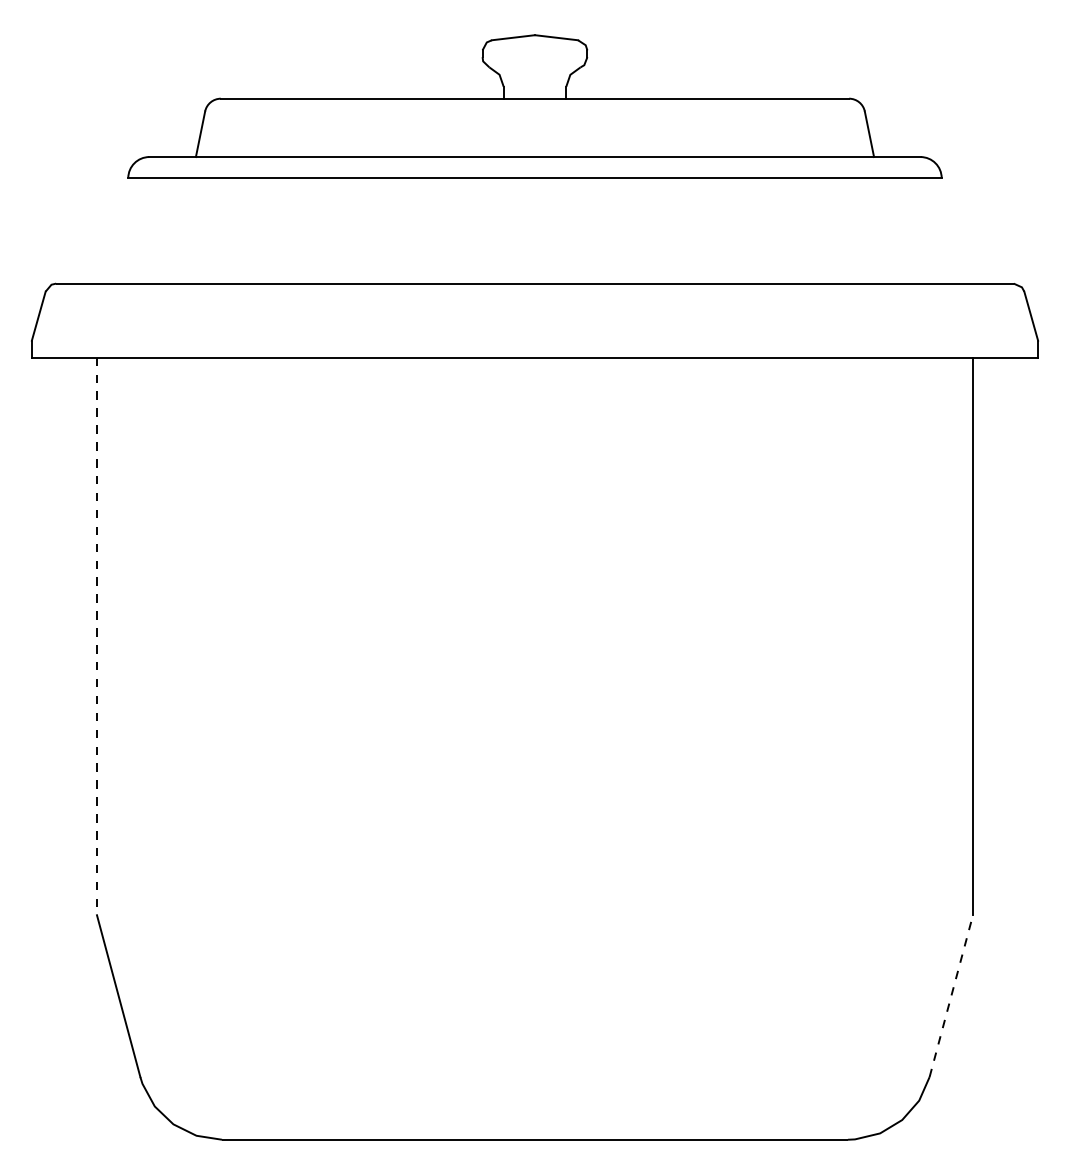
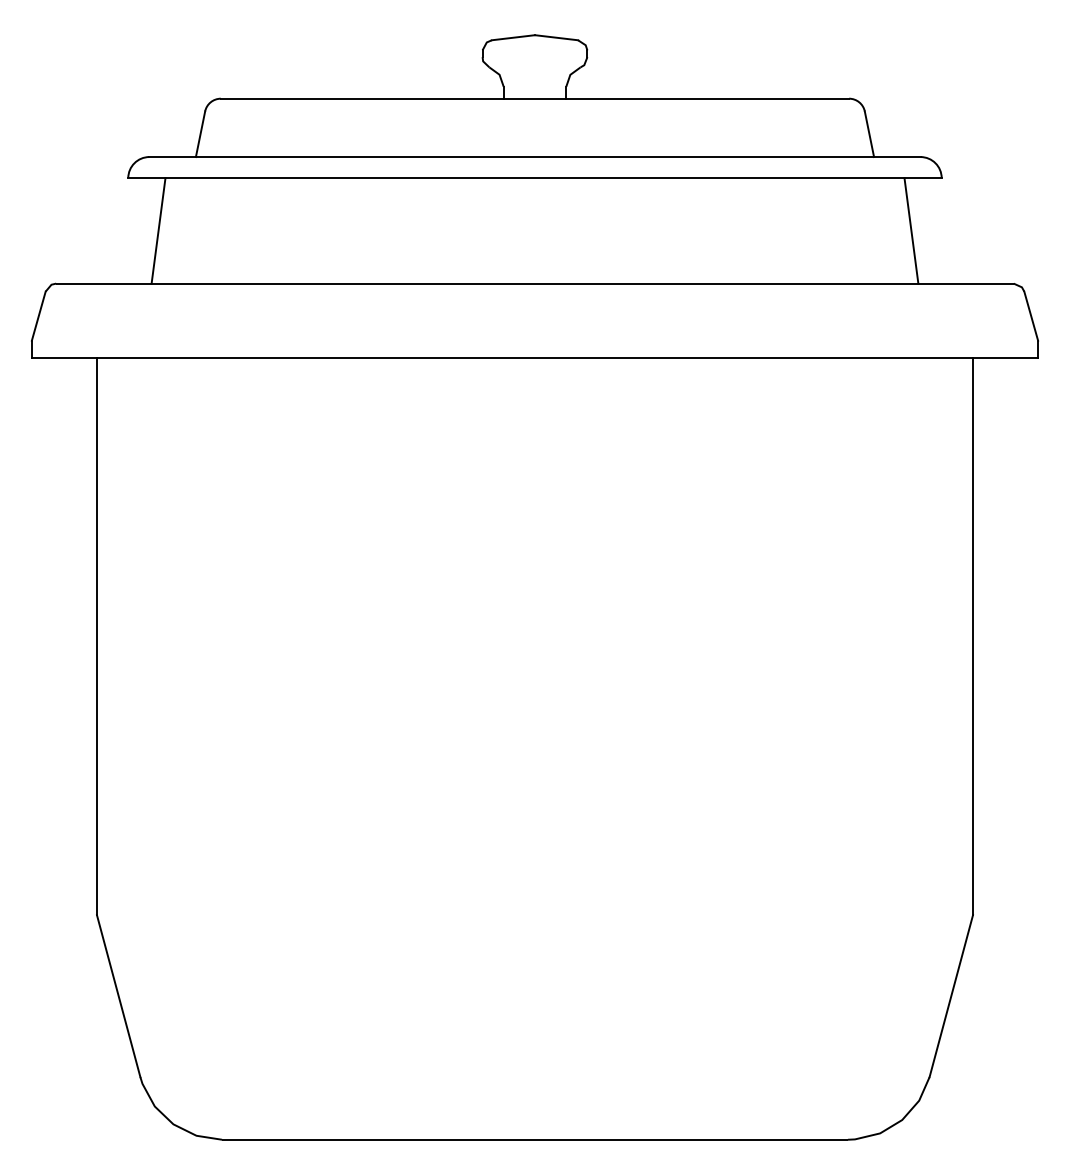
line at (158, 230): none -> present
line at (911, 230): none -> present
line at (97, 636): dashed -> solid
line at (951, 996): dashed -> solid
